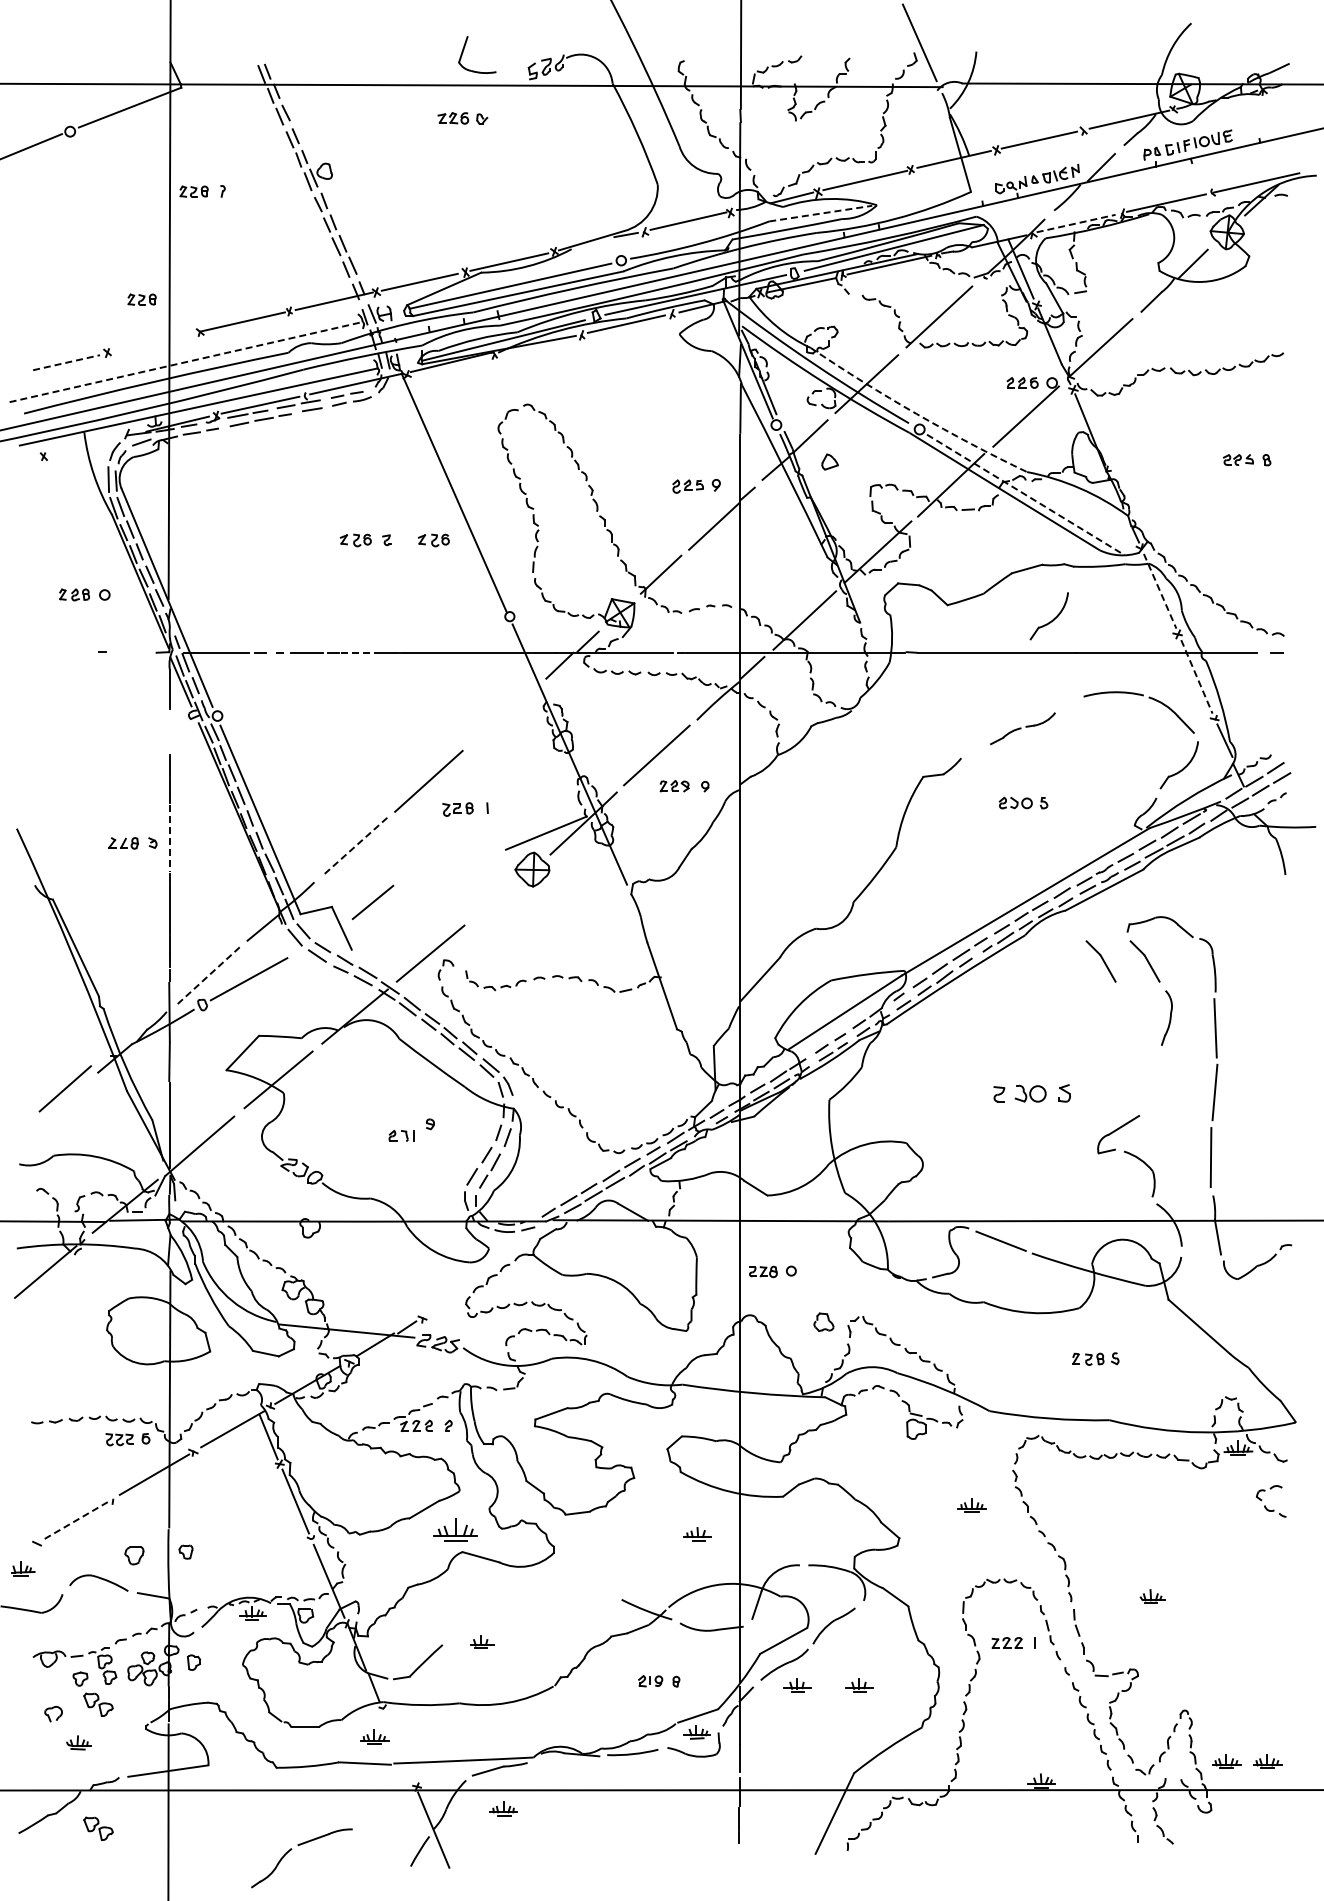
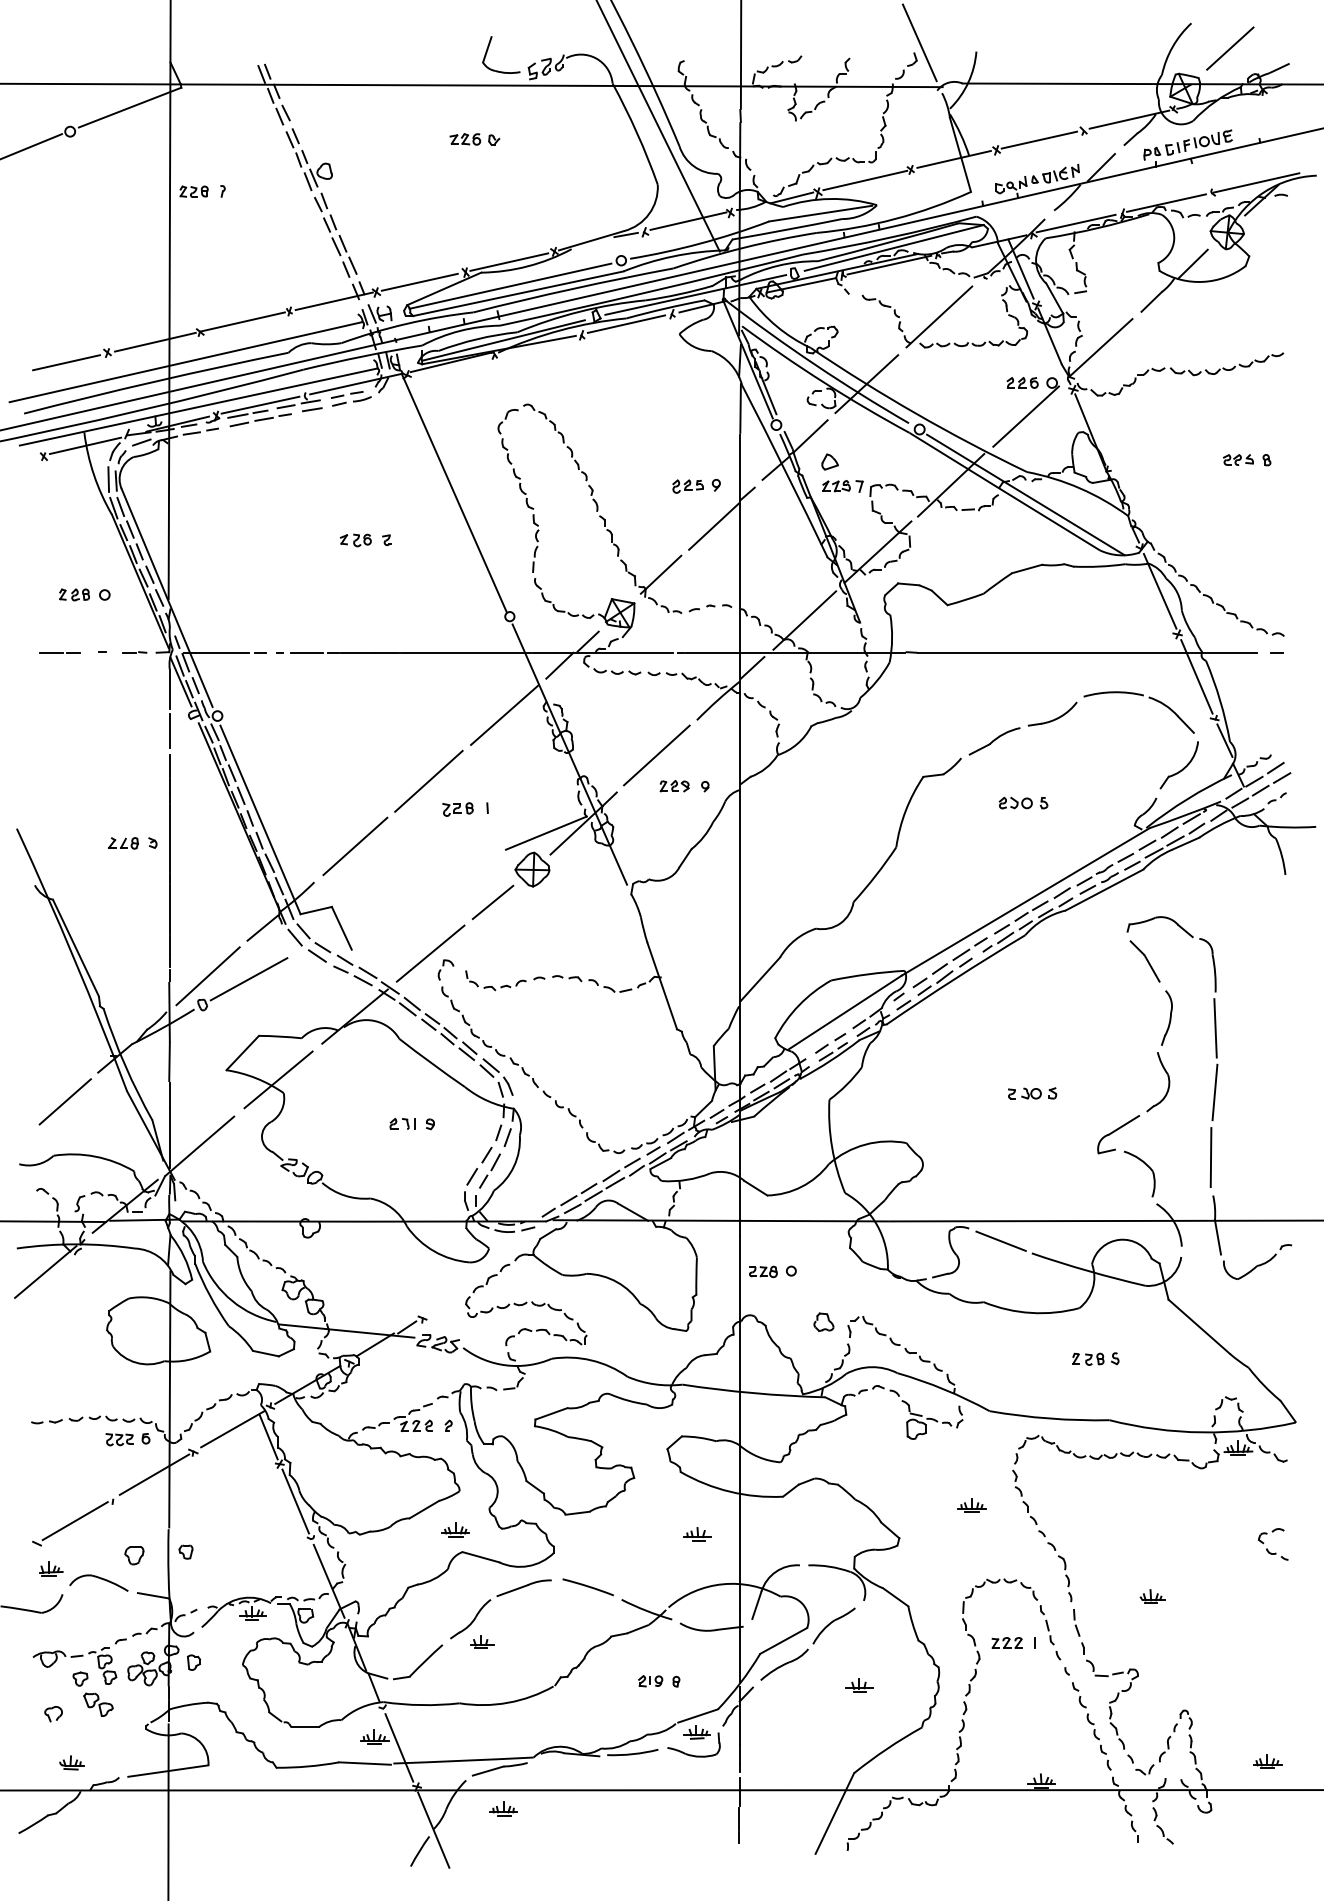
line at (1230, 48): none -> present
part at (464, 49) position: (464, 49) -> (488, 49)
part at (462, 118) position: (462, 118) -> (474, 139)
line at (658, 126): none -> present
line at (821, 213): dashed -> solid
line at (1076, 223): dashed -> solid
part at (141, 299): present -> none
line at (155, 341): none -> present
line at (67, 362): dashed -> solid
line at (186, 362): dashed -> solid
arc at (916, 413): dashed -> solid
line at (85, 445): none -> present
part at (842, 486): none -> present
line at (1025, 494): dashed -> solid
part at (433, 540): present -> none
line at (1160, 591): dashed -> solid
part at (1048, 616): present -> none
line at (59, 652): none -> present
line at (134, 652): none -> present
line at (357, 652): dashed -> solid
line at (1196, 676): dashed -> solid
line at (504, 714): none -> present
part at (1022, 728) size: 66x34 px -> 110x55 px
line at (169, 730): none -> present
line at (169, 838): dashed -> solid
line at (355, 846): dashed -> solid
line at (372, 902) position: (372, 902) -> (492, 902)
part at (1100, 961): present -> none
line at (208, 976): dashed -> solid
part at (1168, 1082): none -> present
line at (64, 1088) position: (64, 1088) -> (64, 1101)
part at (1031, 1093) size: 78x19 px -> 50x13 px
part at (401, 1135) position: (401, 1135) -> (402, 1123)
part at (1265, 1505) position: (1265, 1505) -> (1267, 1548)
line at (75, 1521): dashed -> solid
part at (455, 1529) size: 45x24 px -> 29x16 px
part at (23, 1568) position: (23, 1568) -> (51, 1568)
line at (587, 1587): none -> present
part at (797, 1685): present -> none
part at (78, 1742) position: (78, 1742) -> (71, 1762)
line at (399, 1747): none -> present
part at (1226, 1761): present -> none
part at (98, 1828): present -> none
part at (298, 1846) position: (298, 1846) -> (497, 1597)
